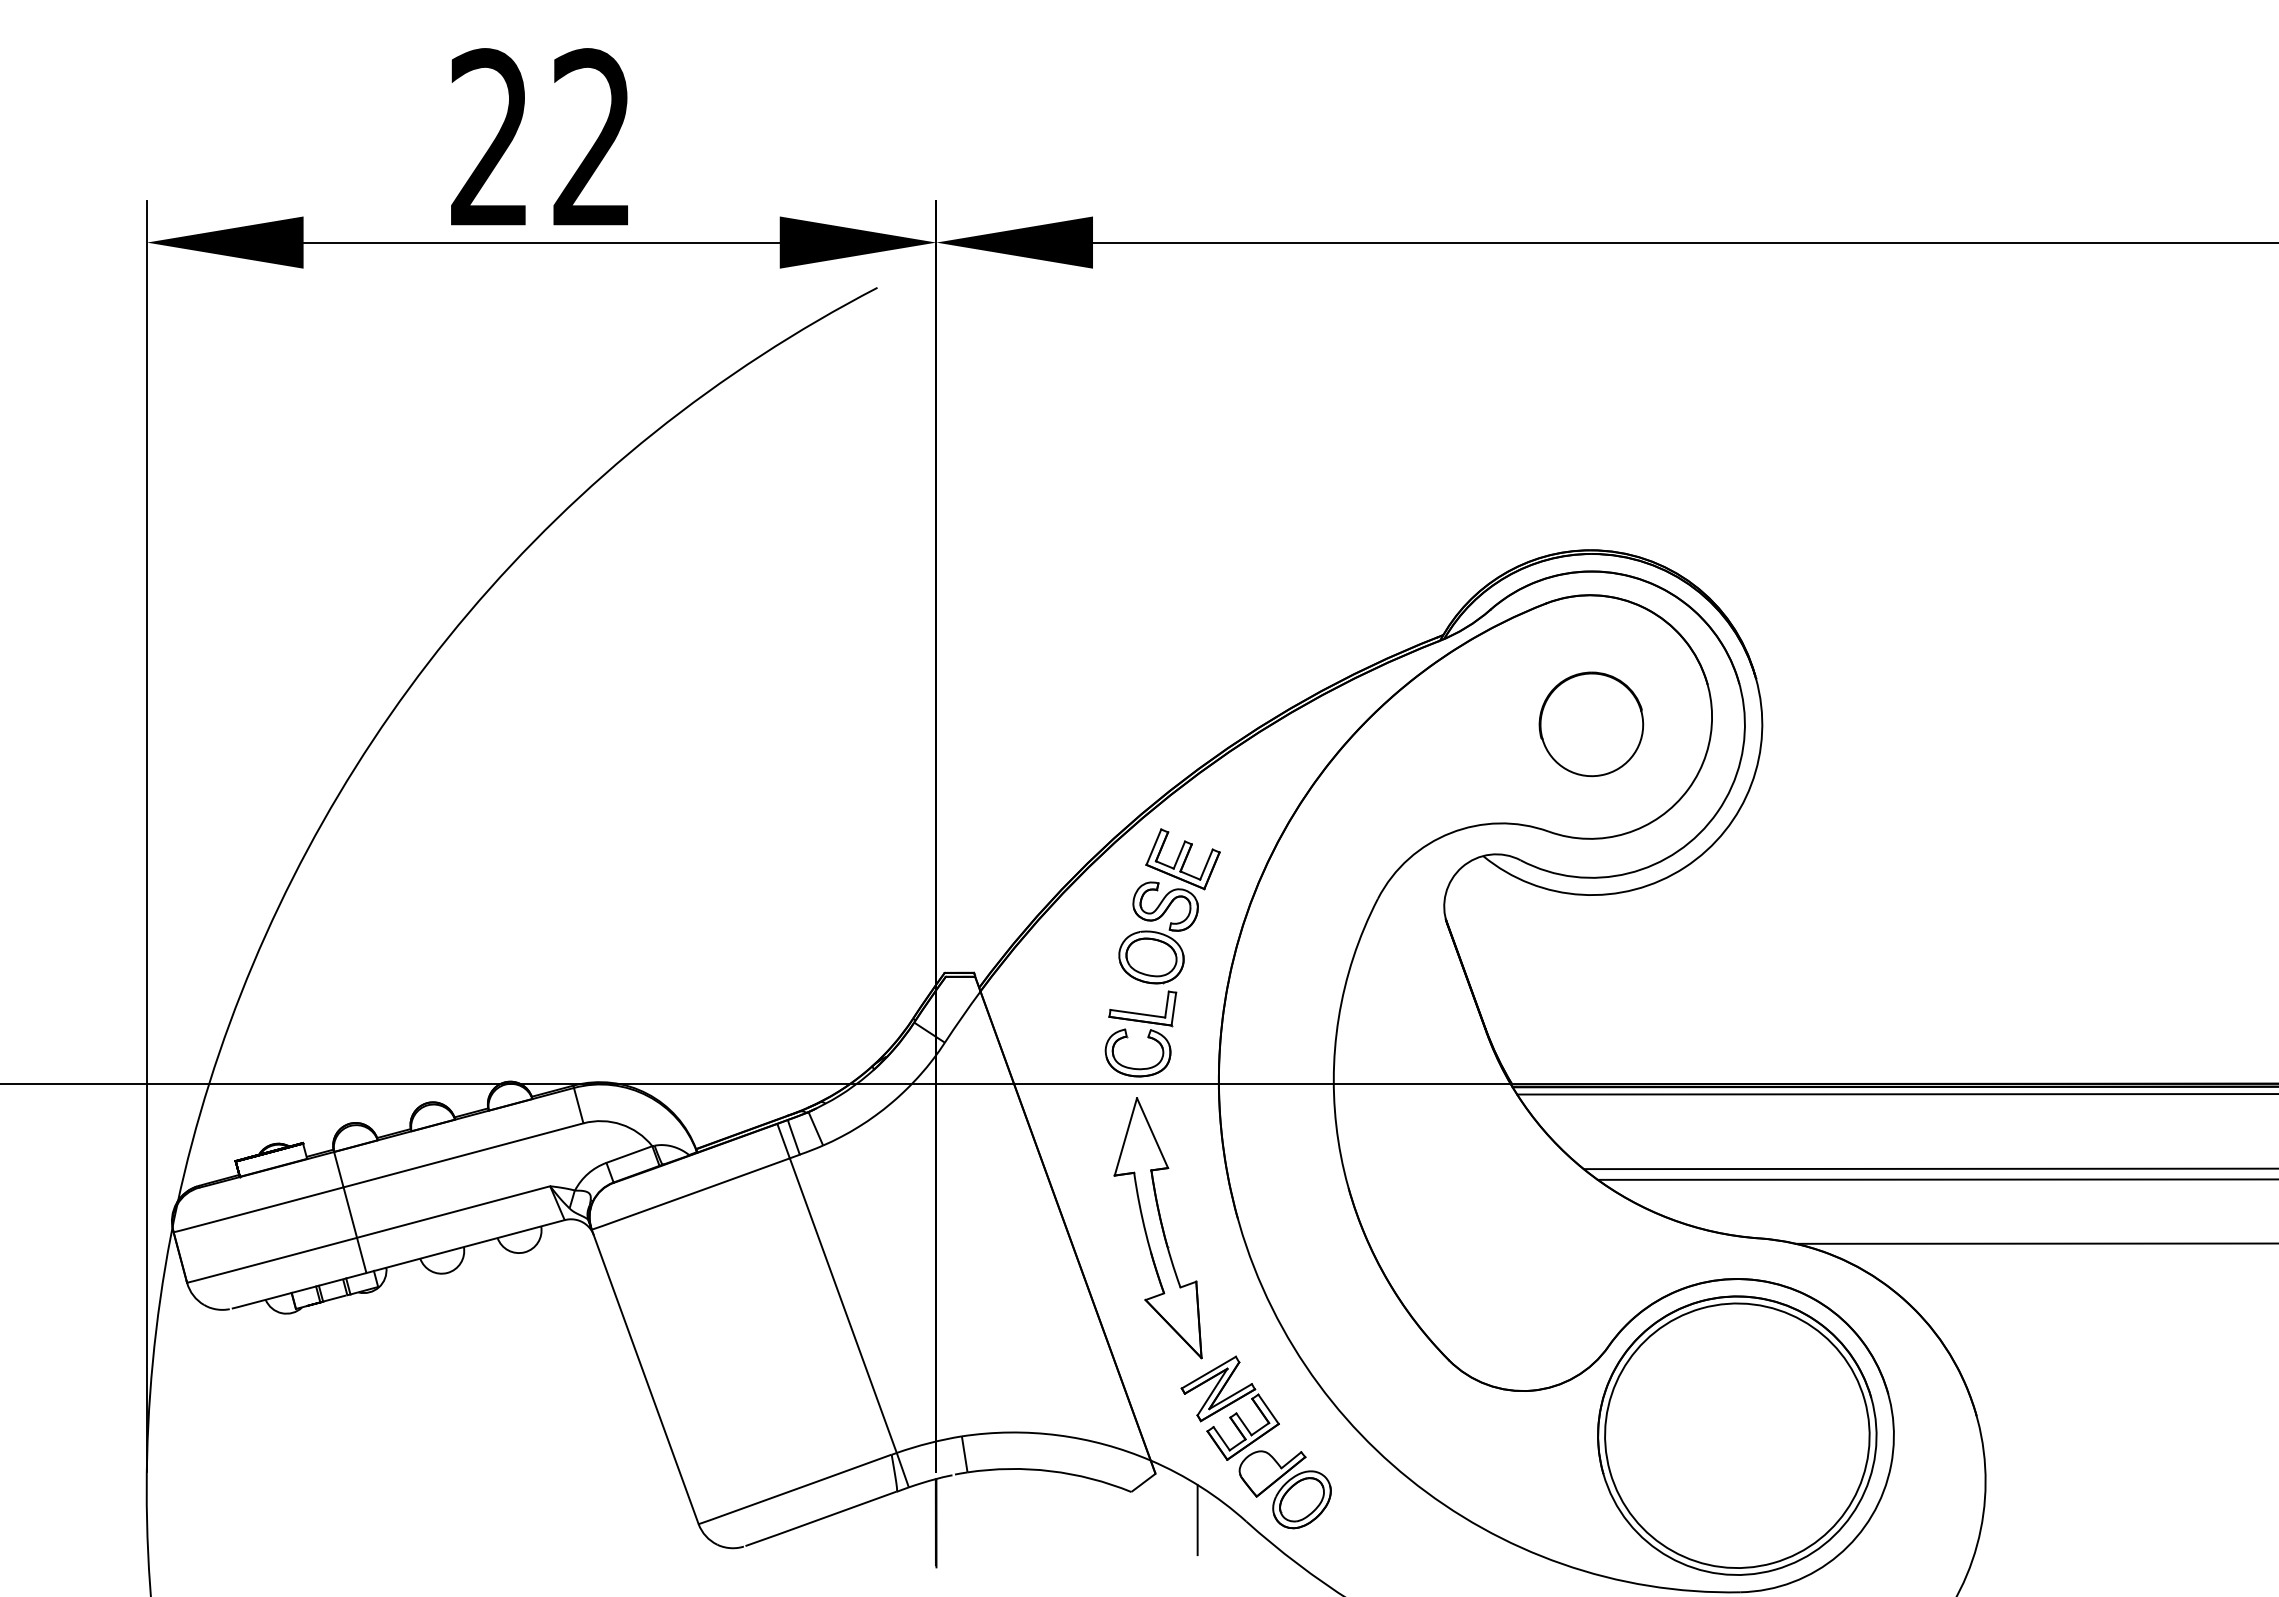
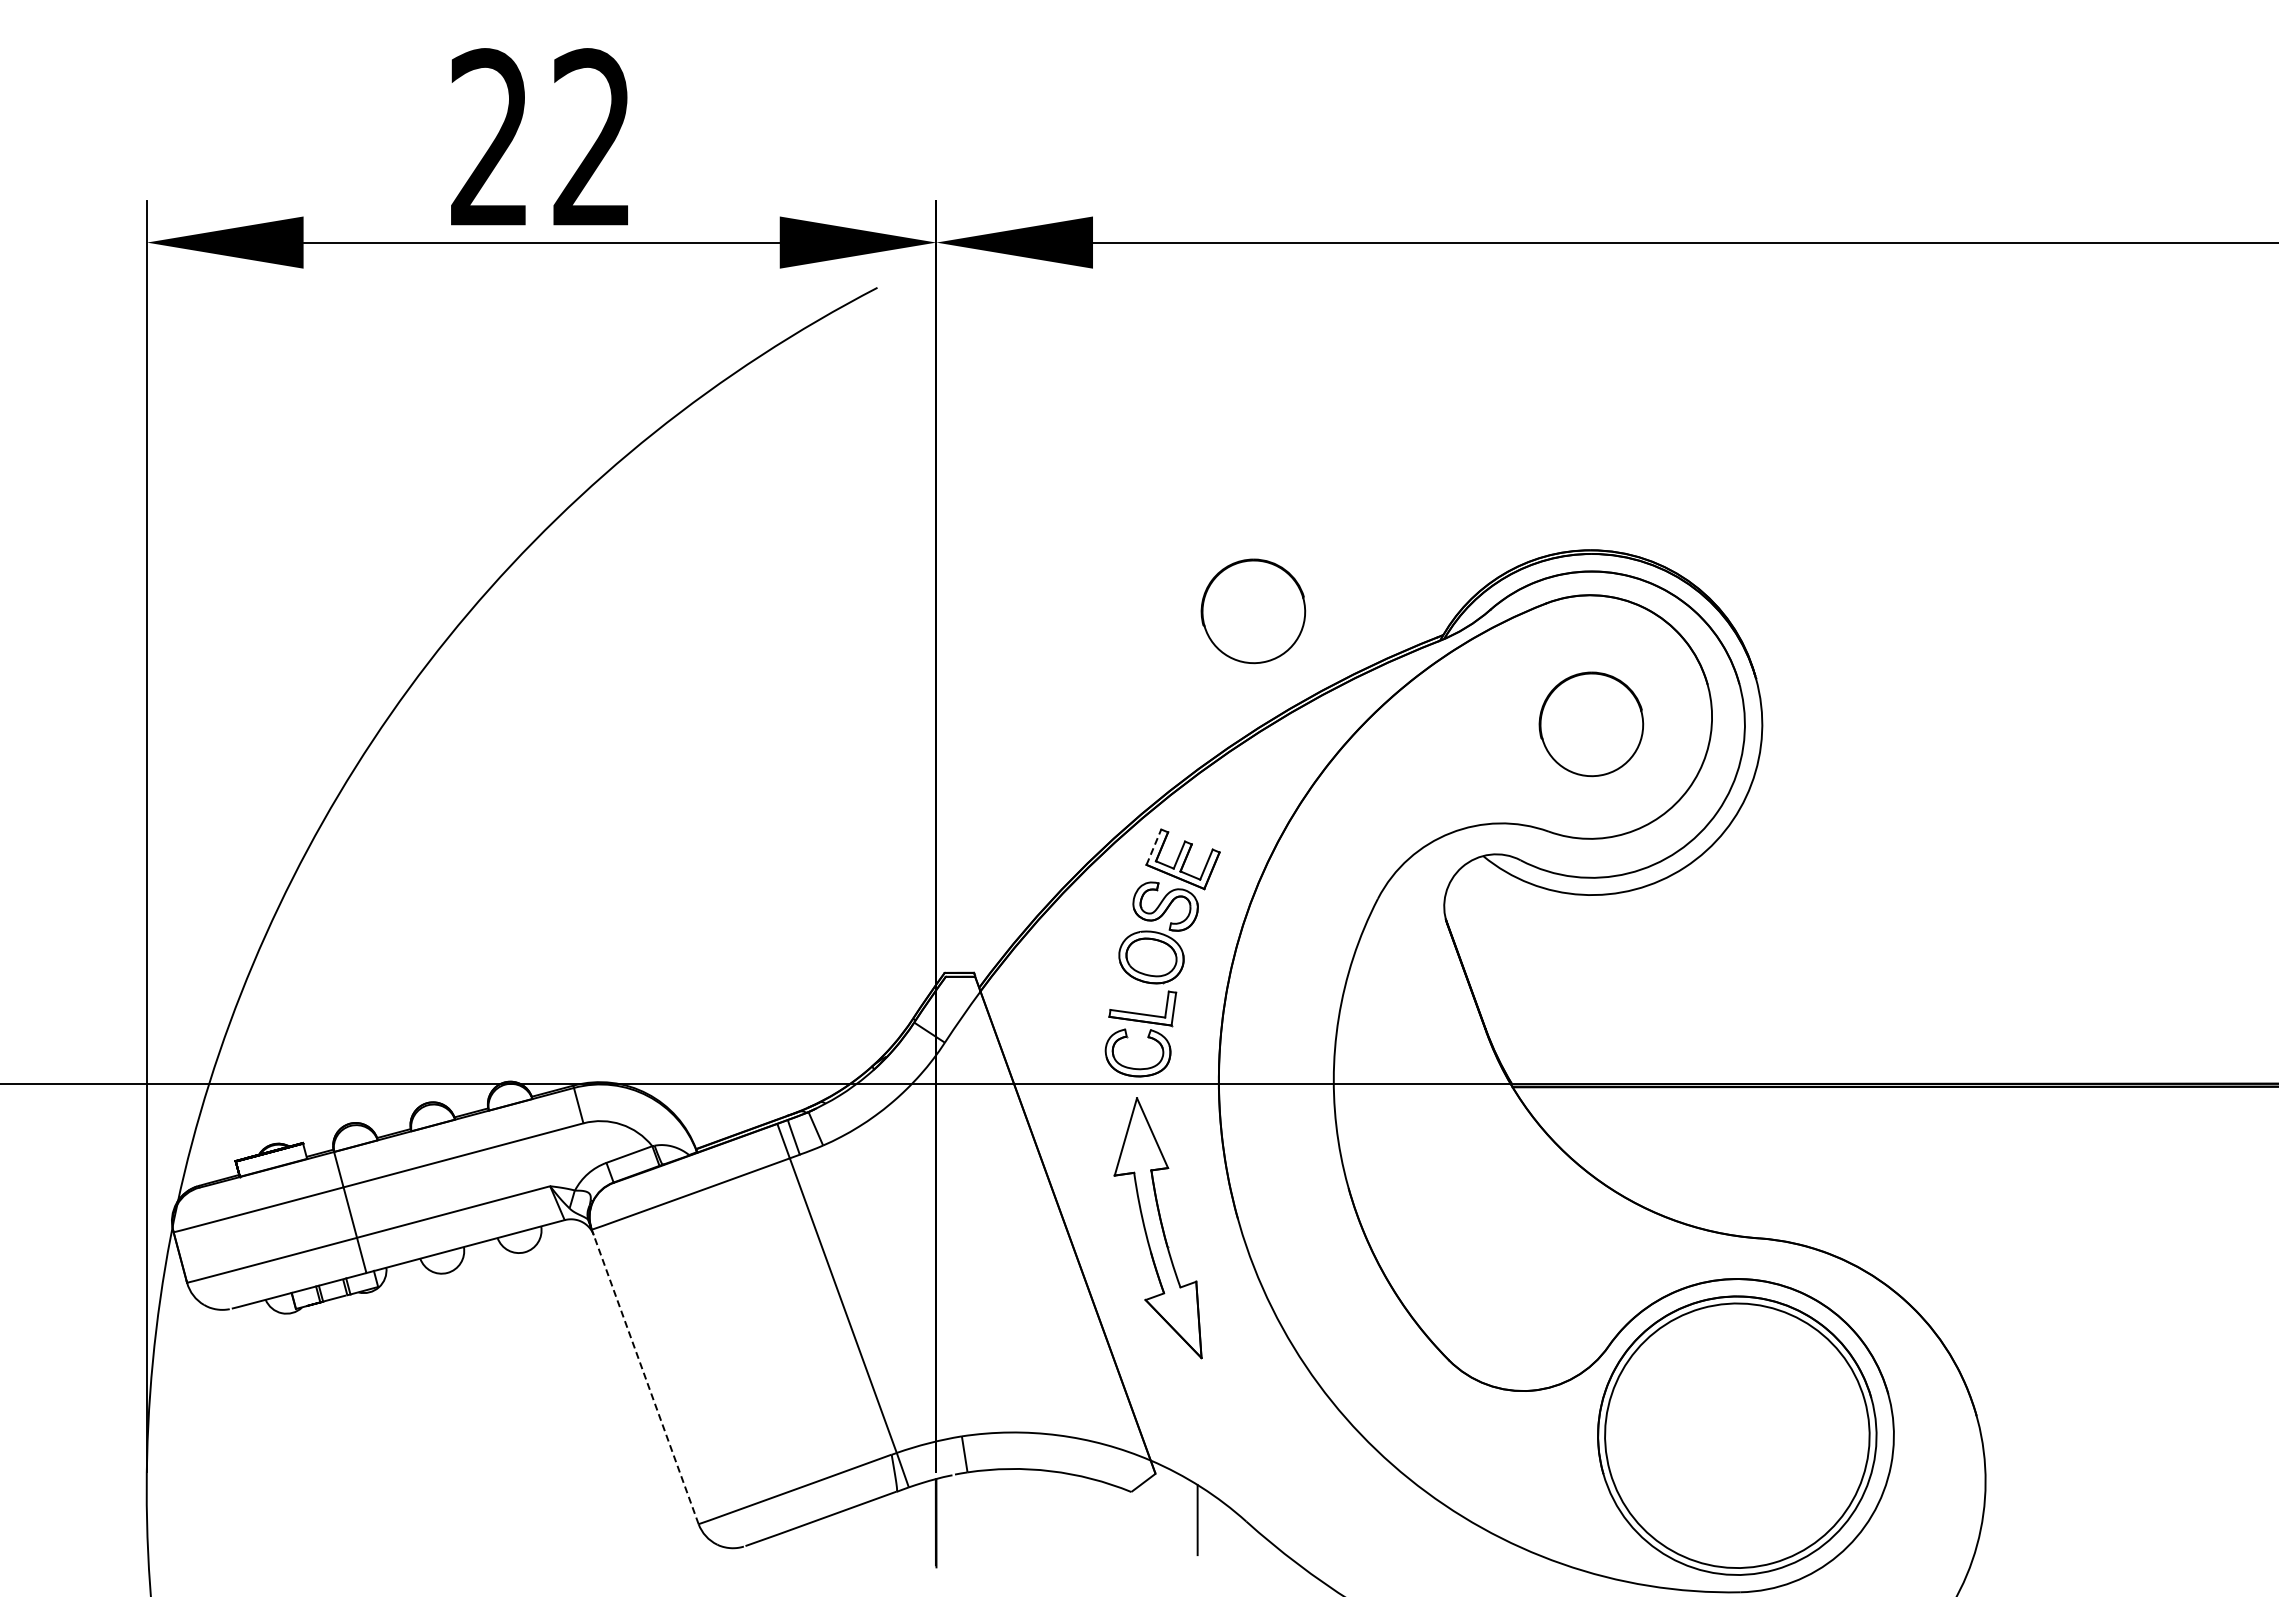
part at (1253, 611): none -> present
line at (1154, 846): solid -> dashed
line at (1896, 1094): present -> none
line at (1929, 1168): present -> none
line at (1936, 1179): present -> none
line at (2035, 1243): present -> none
line at (645, 1376): solid -> dashed
part at (1255, 1442): present -> none
